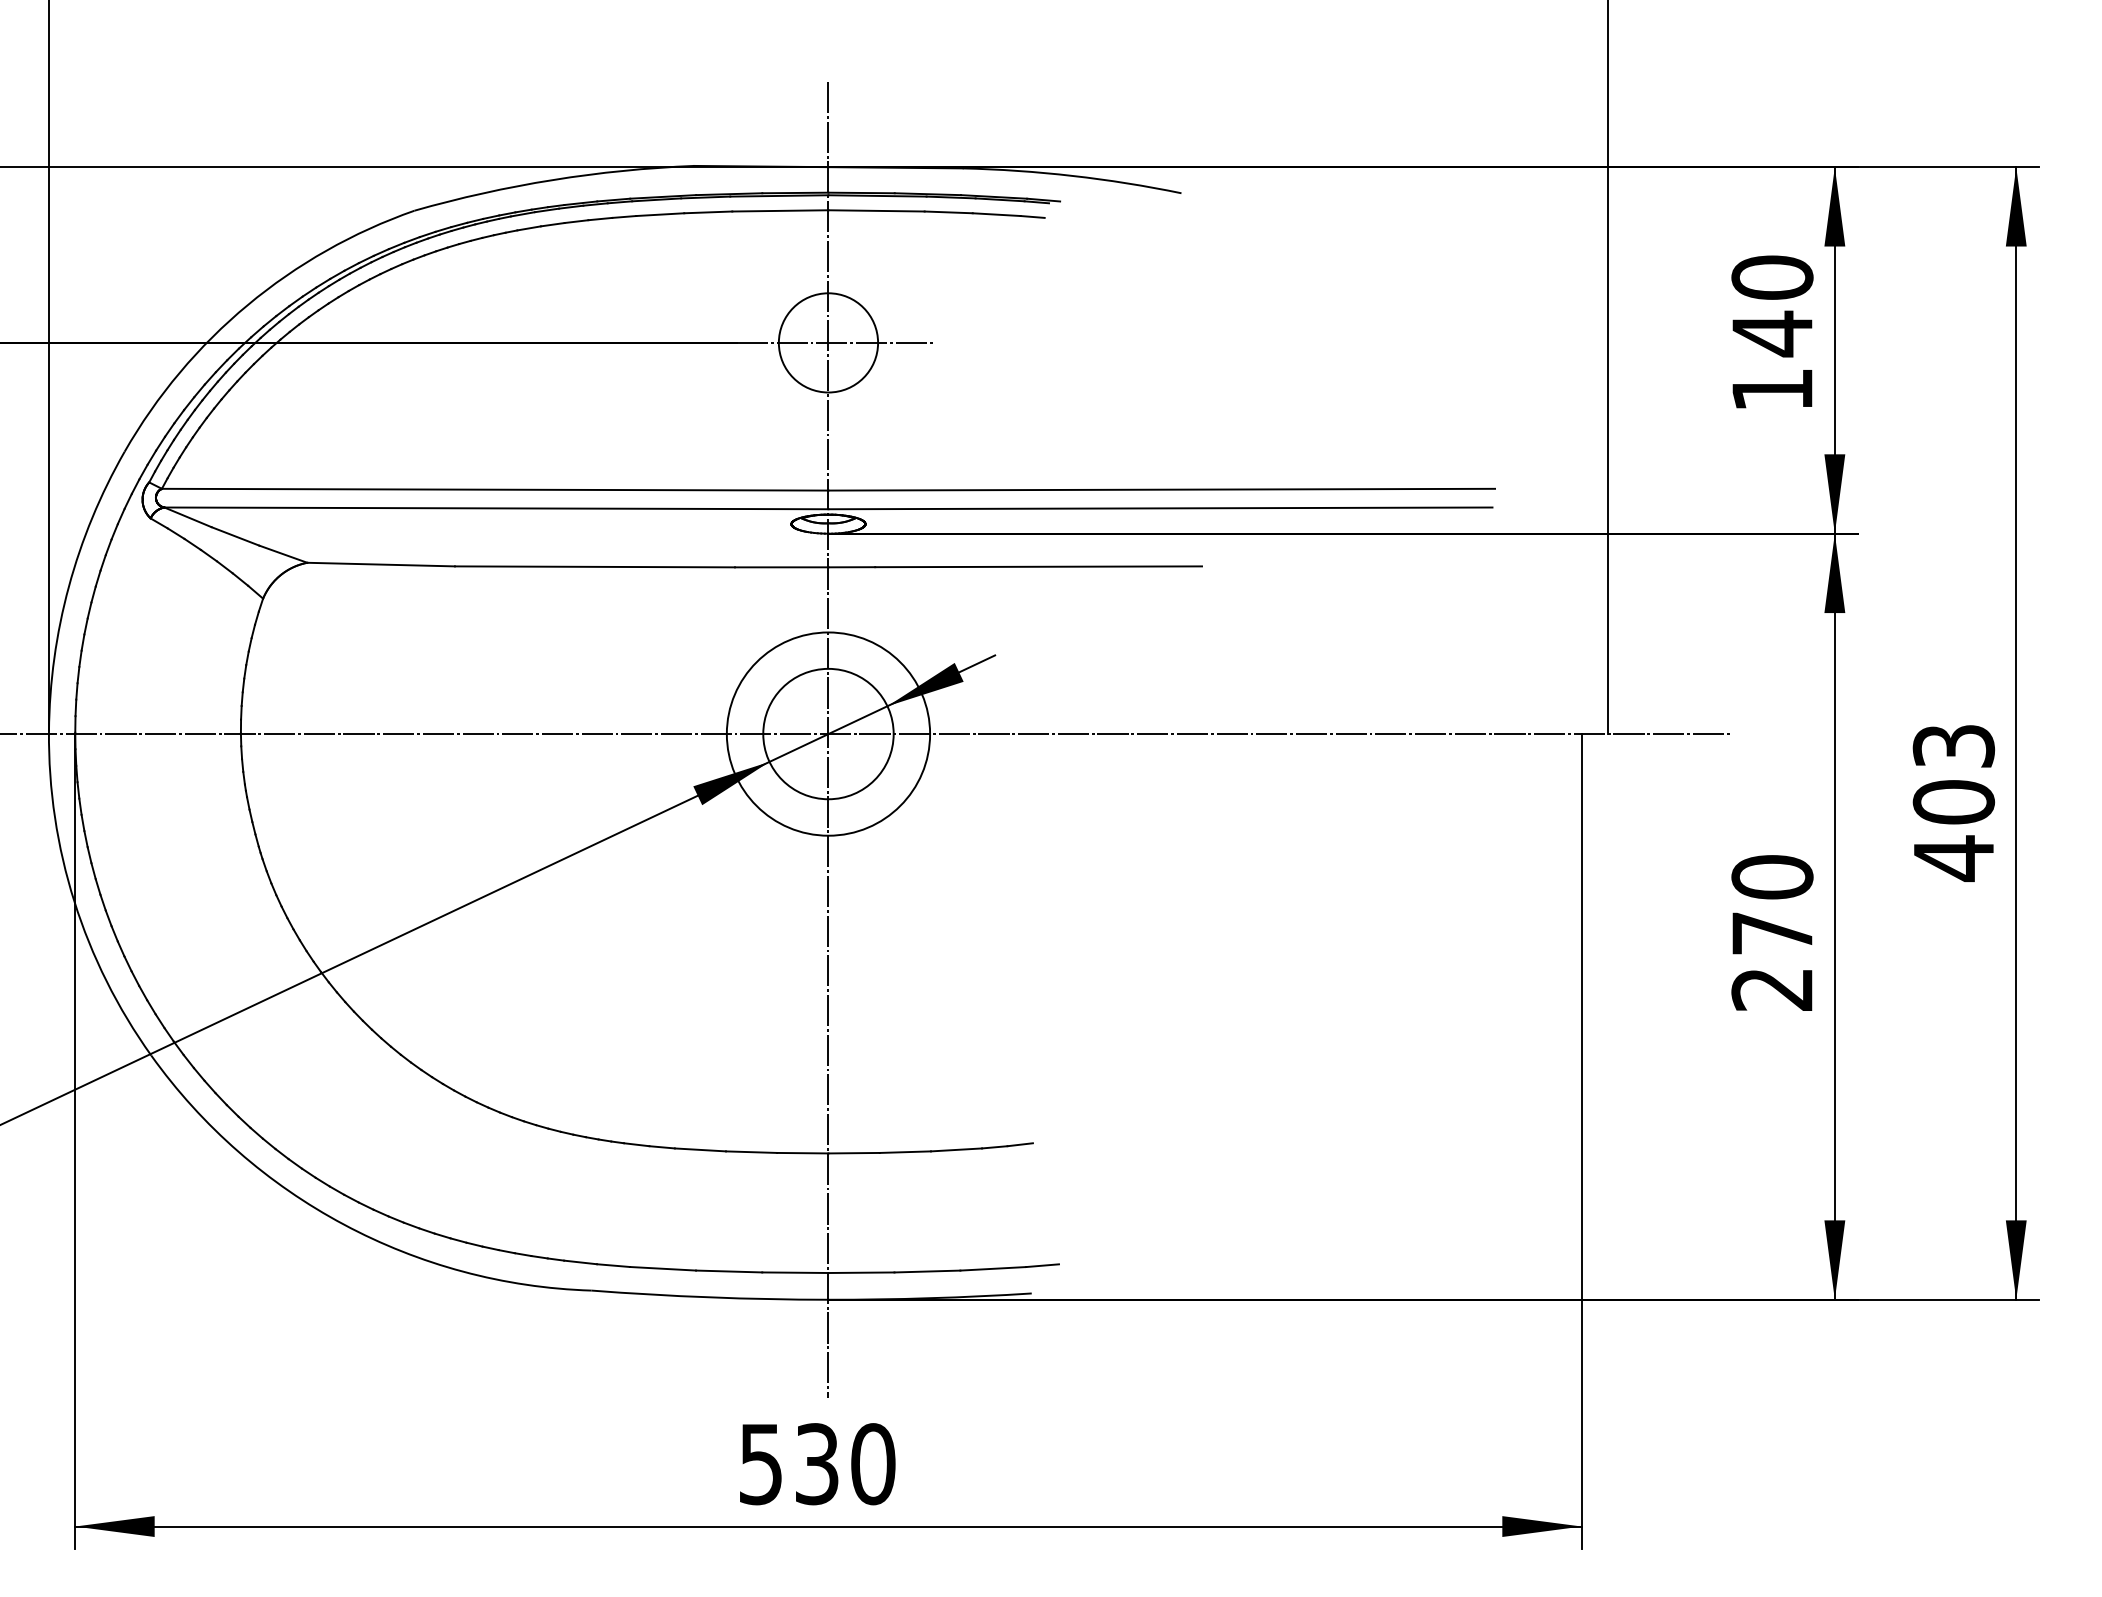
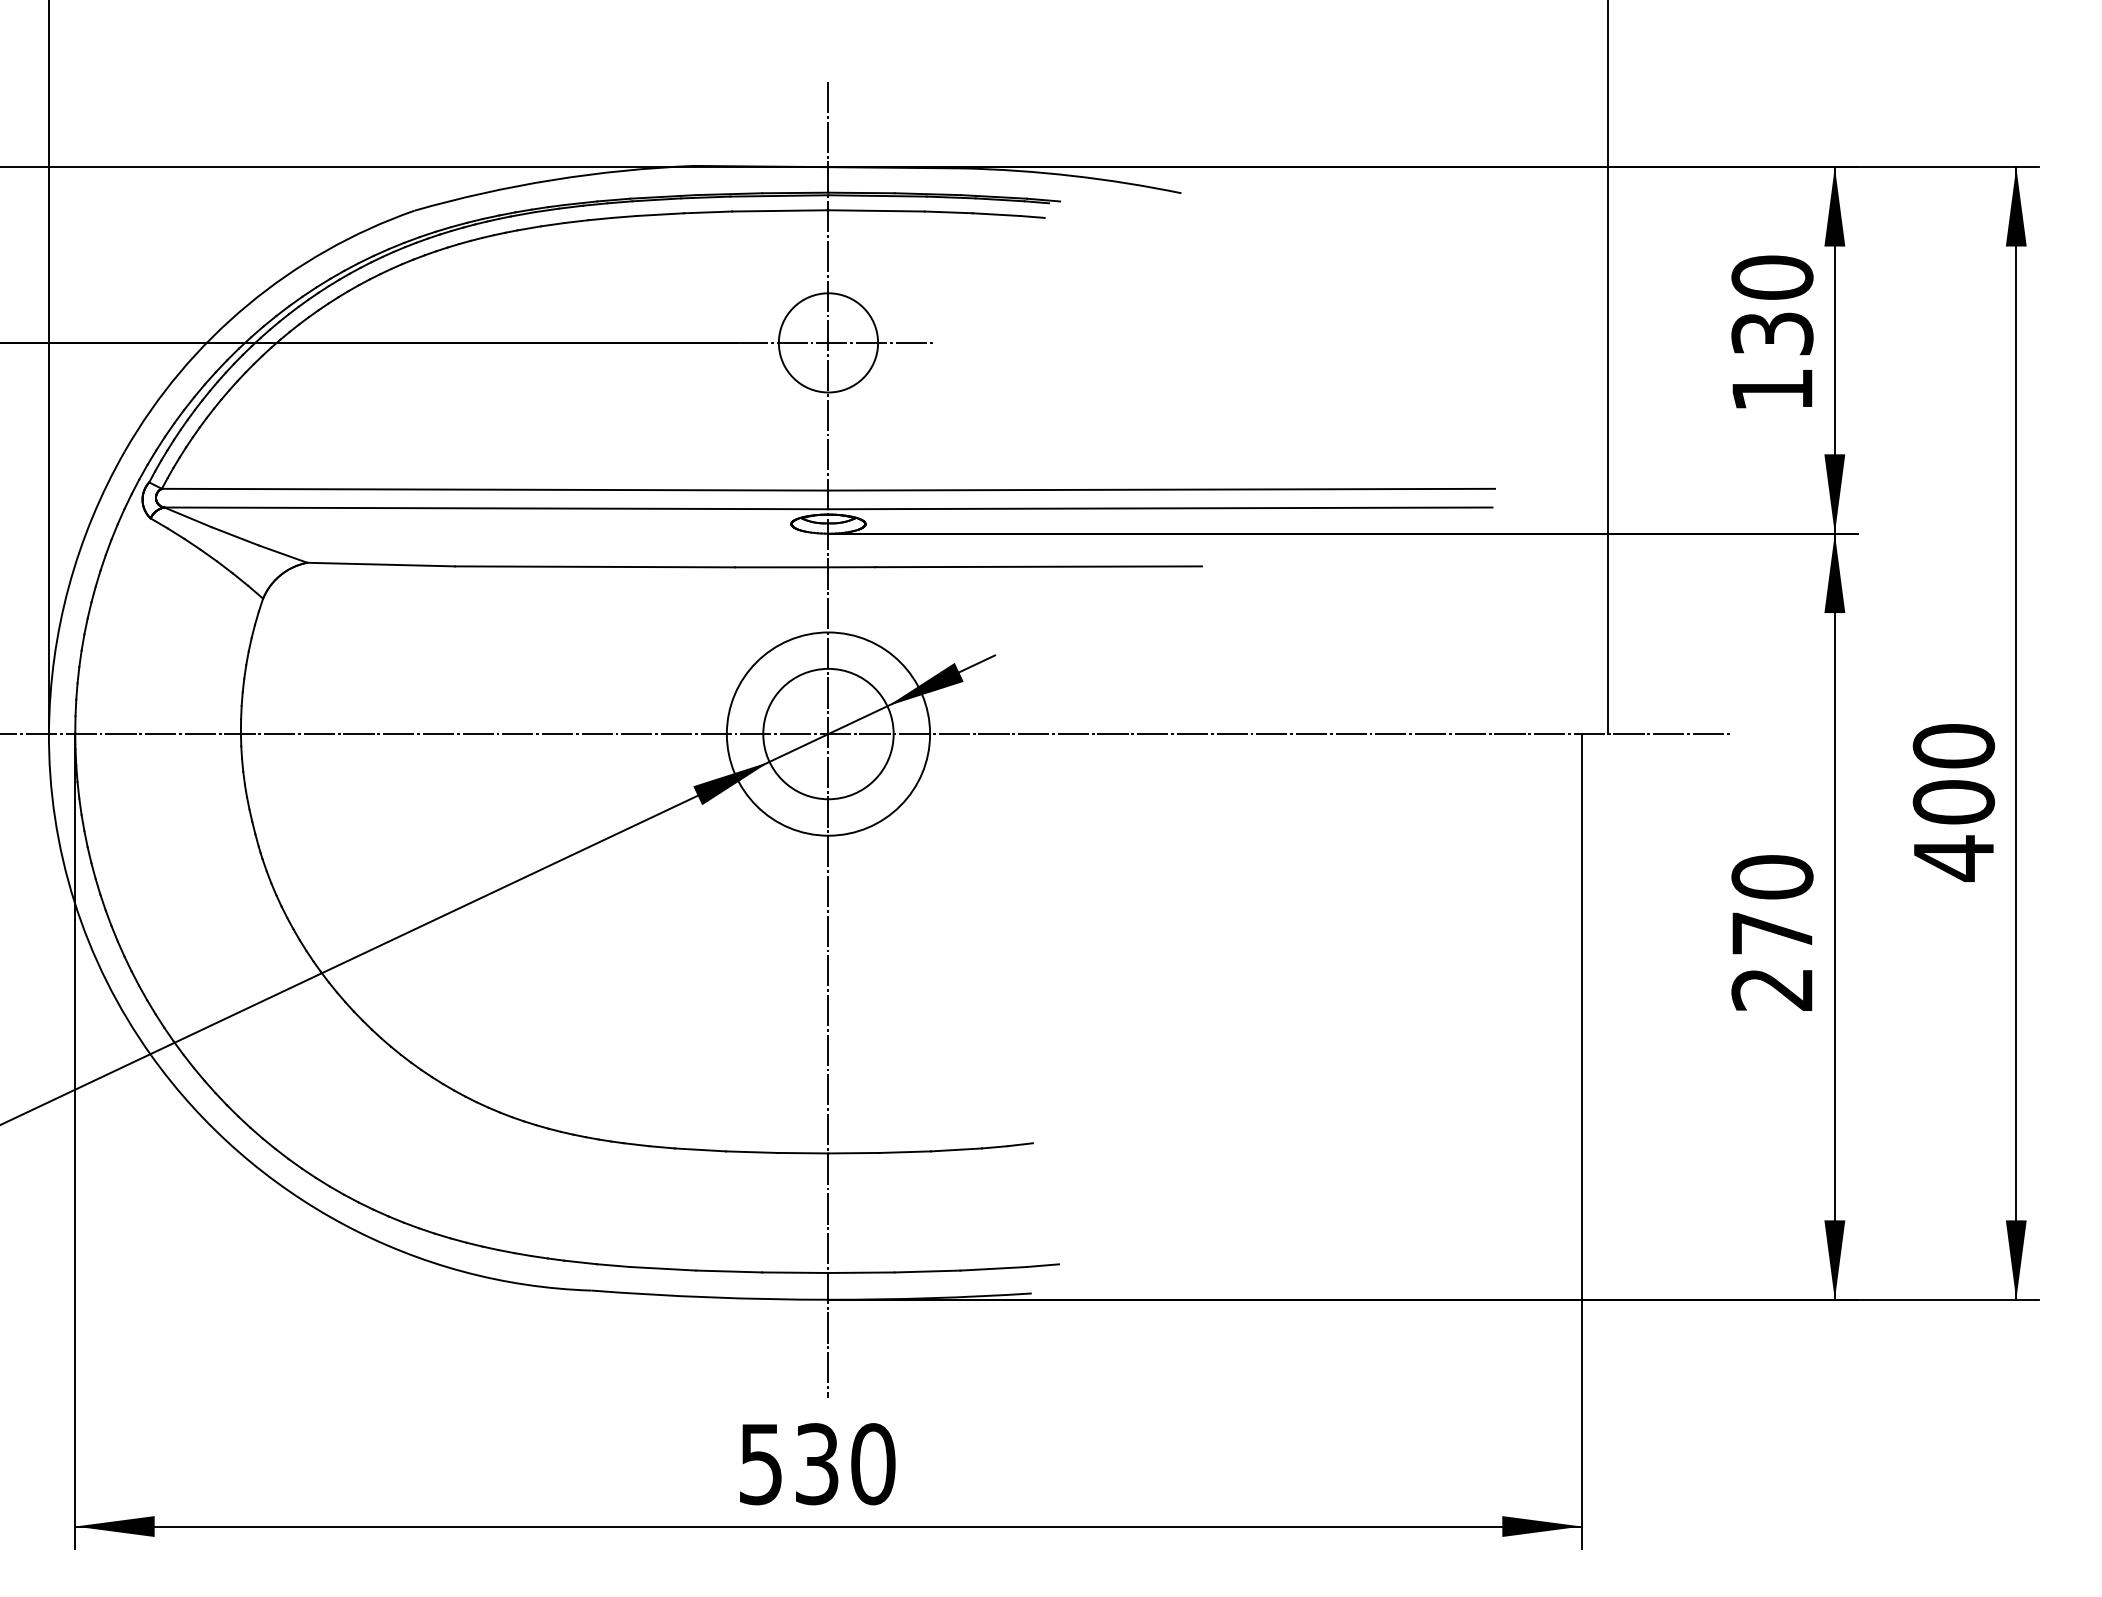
text at (1772, 333): 140 -> 130
text at (1953, 746): 403 -> 400
